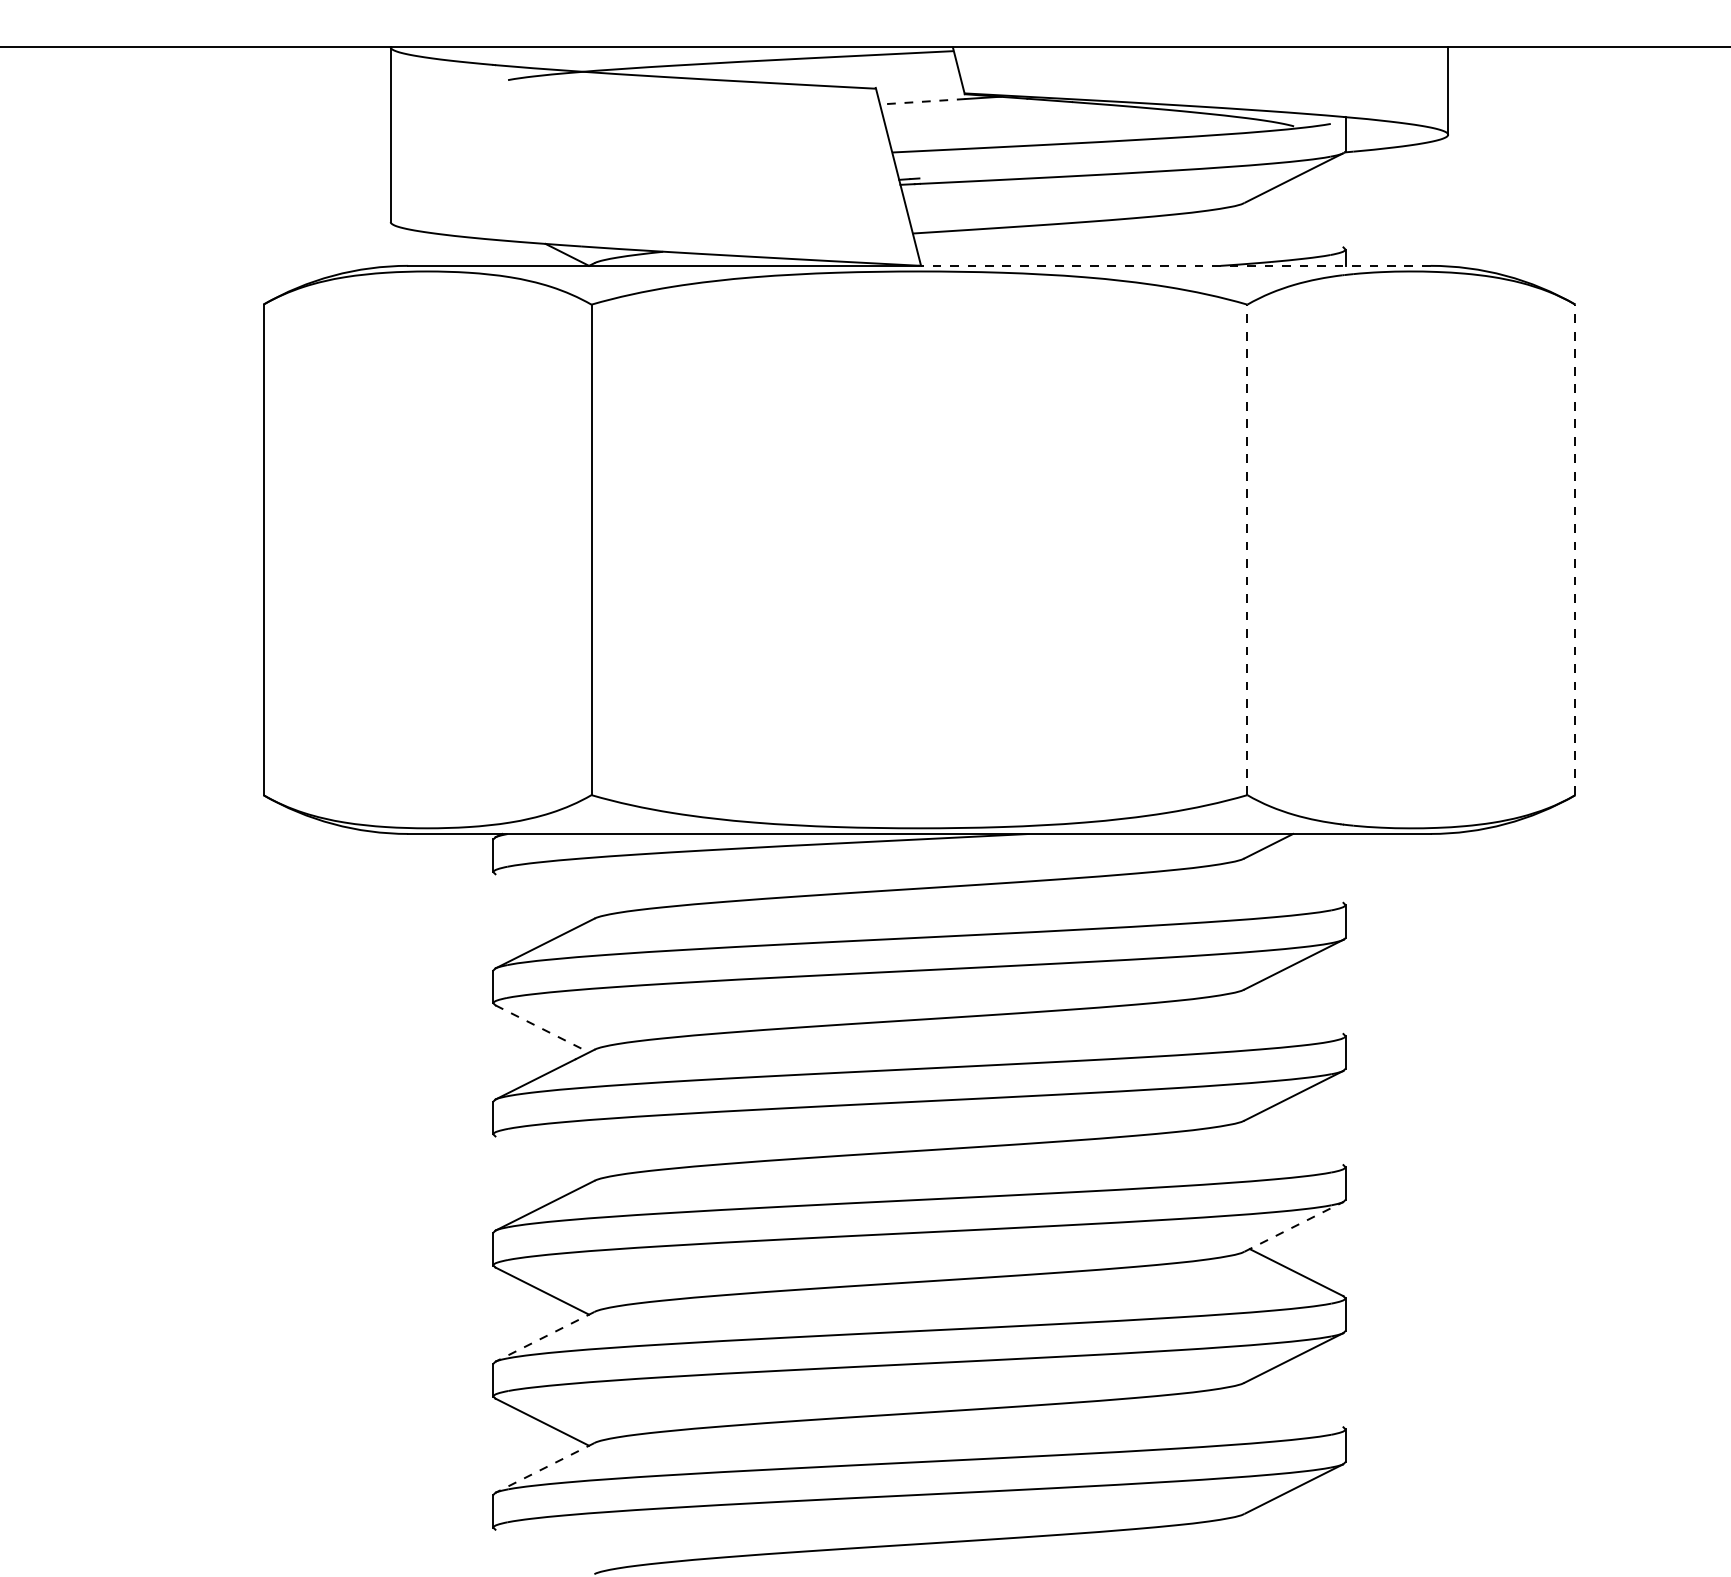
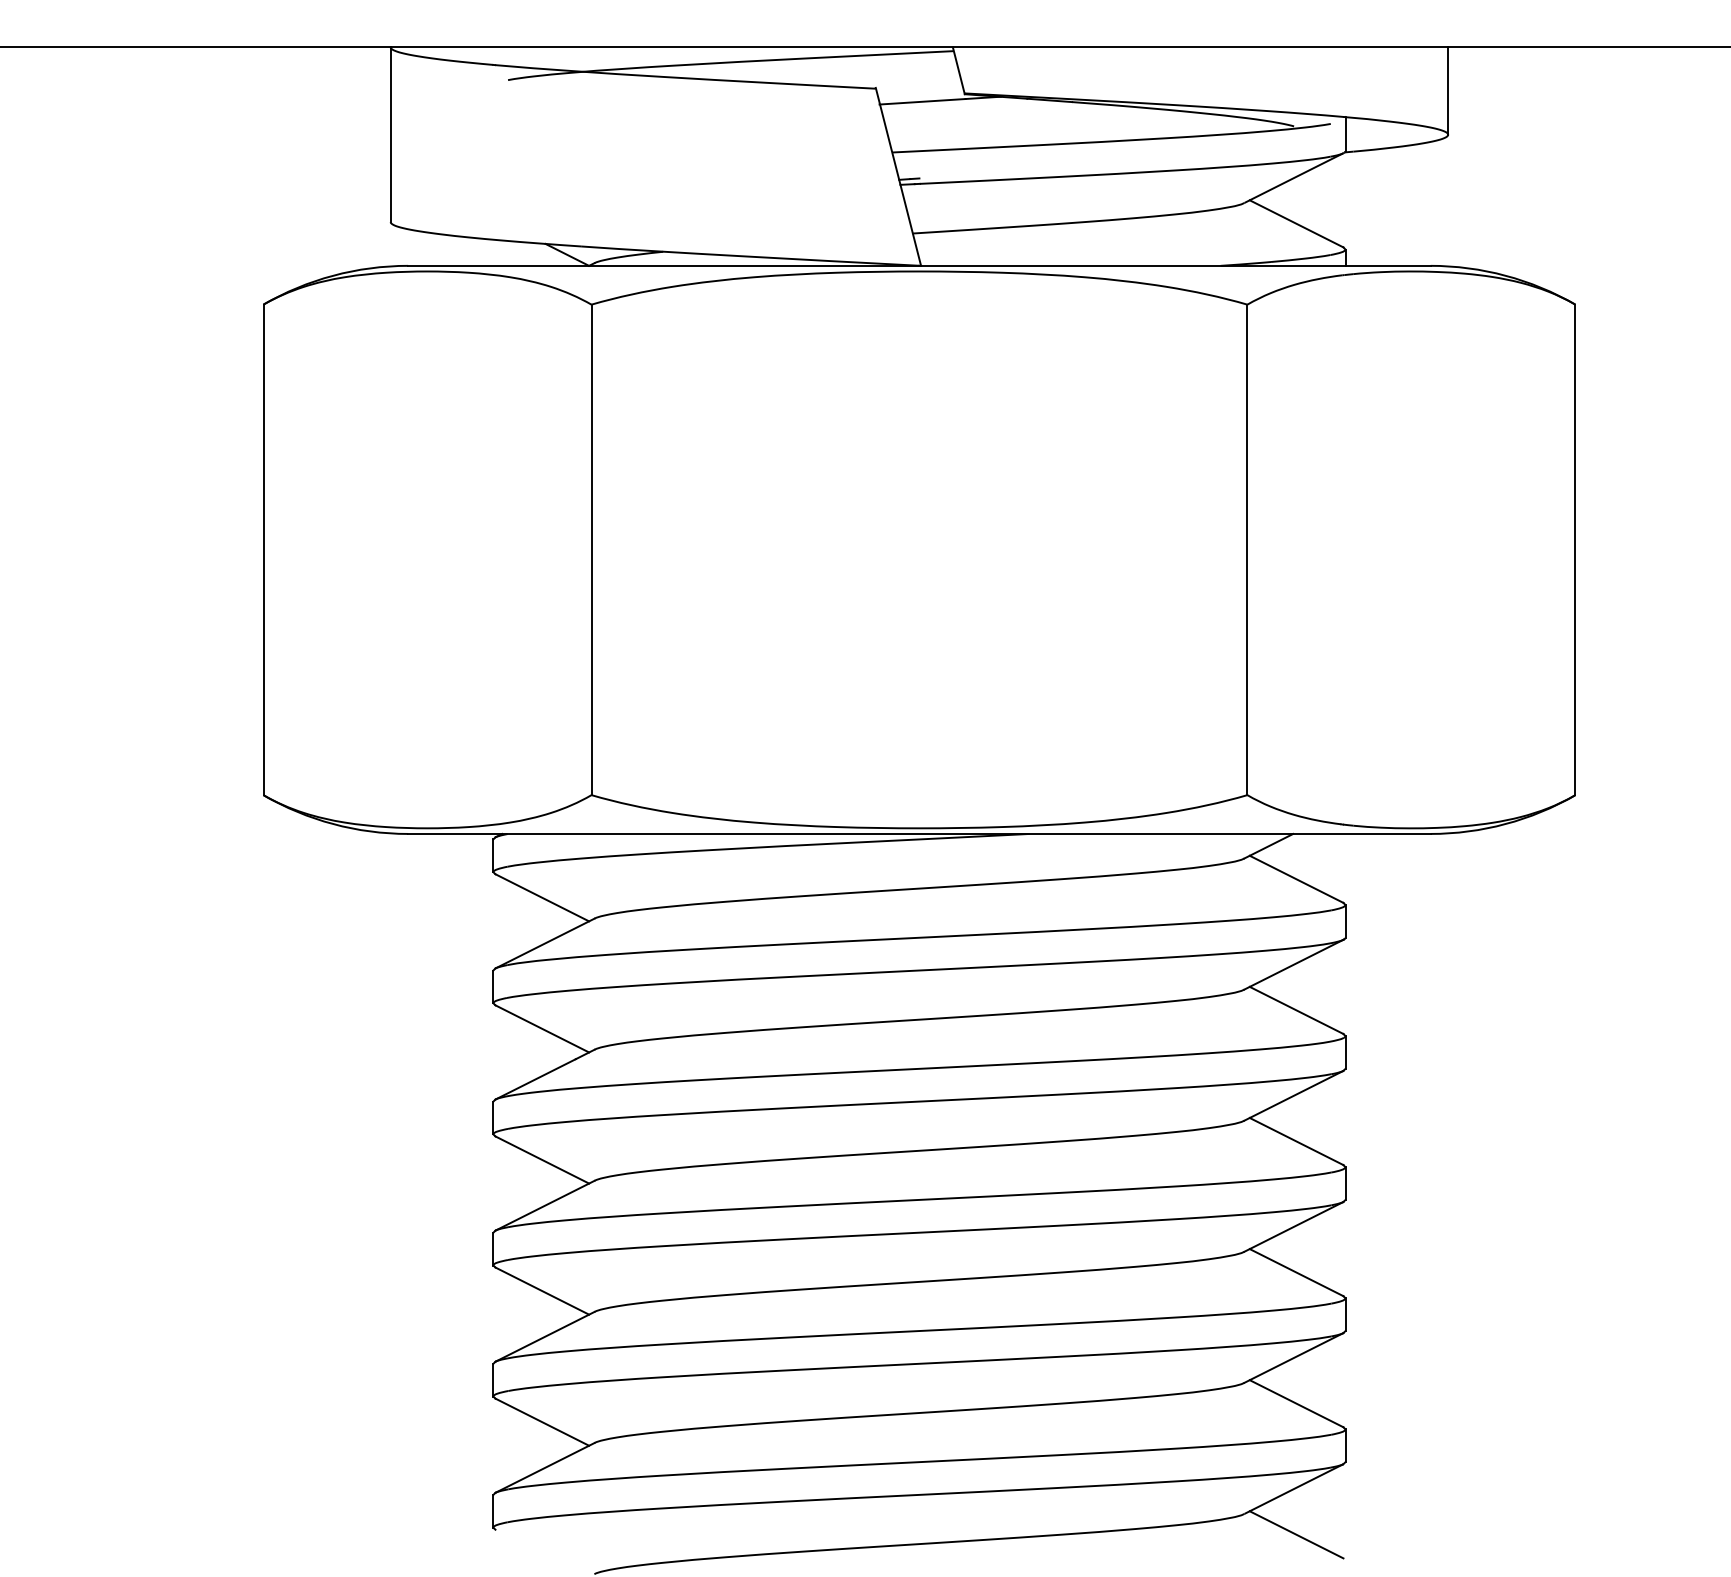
line at (922, 101): dashed -> solid
line at (1296, 223): none -> present
line at (1175, 265): dashed -> solid
line at (1247, 549): dashed -> solid
line at (1575, 549): dashed -> solid
line at (1296, 878): none -> present
line at (542, 897): none -> present
line at (1296, 1010): none -> present
line at (542, 1029): dashed -> solid
line at (1296, 1141): none -> present
line at (542, 1159): none -> present
line at (1294, 1226): dashed -> solid
line at (544, 1337): dashed -> solid
line at (1296, 1403): none -> present
line at (544, 1468): dashed -> solid
line at (1296, 1534): none -> present
